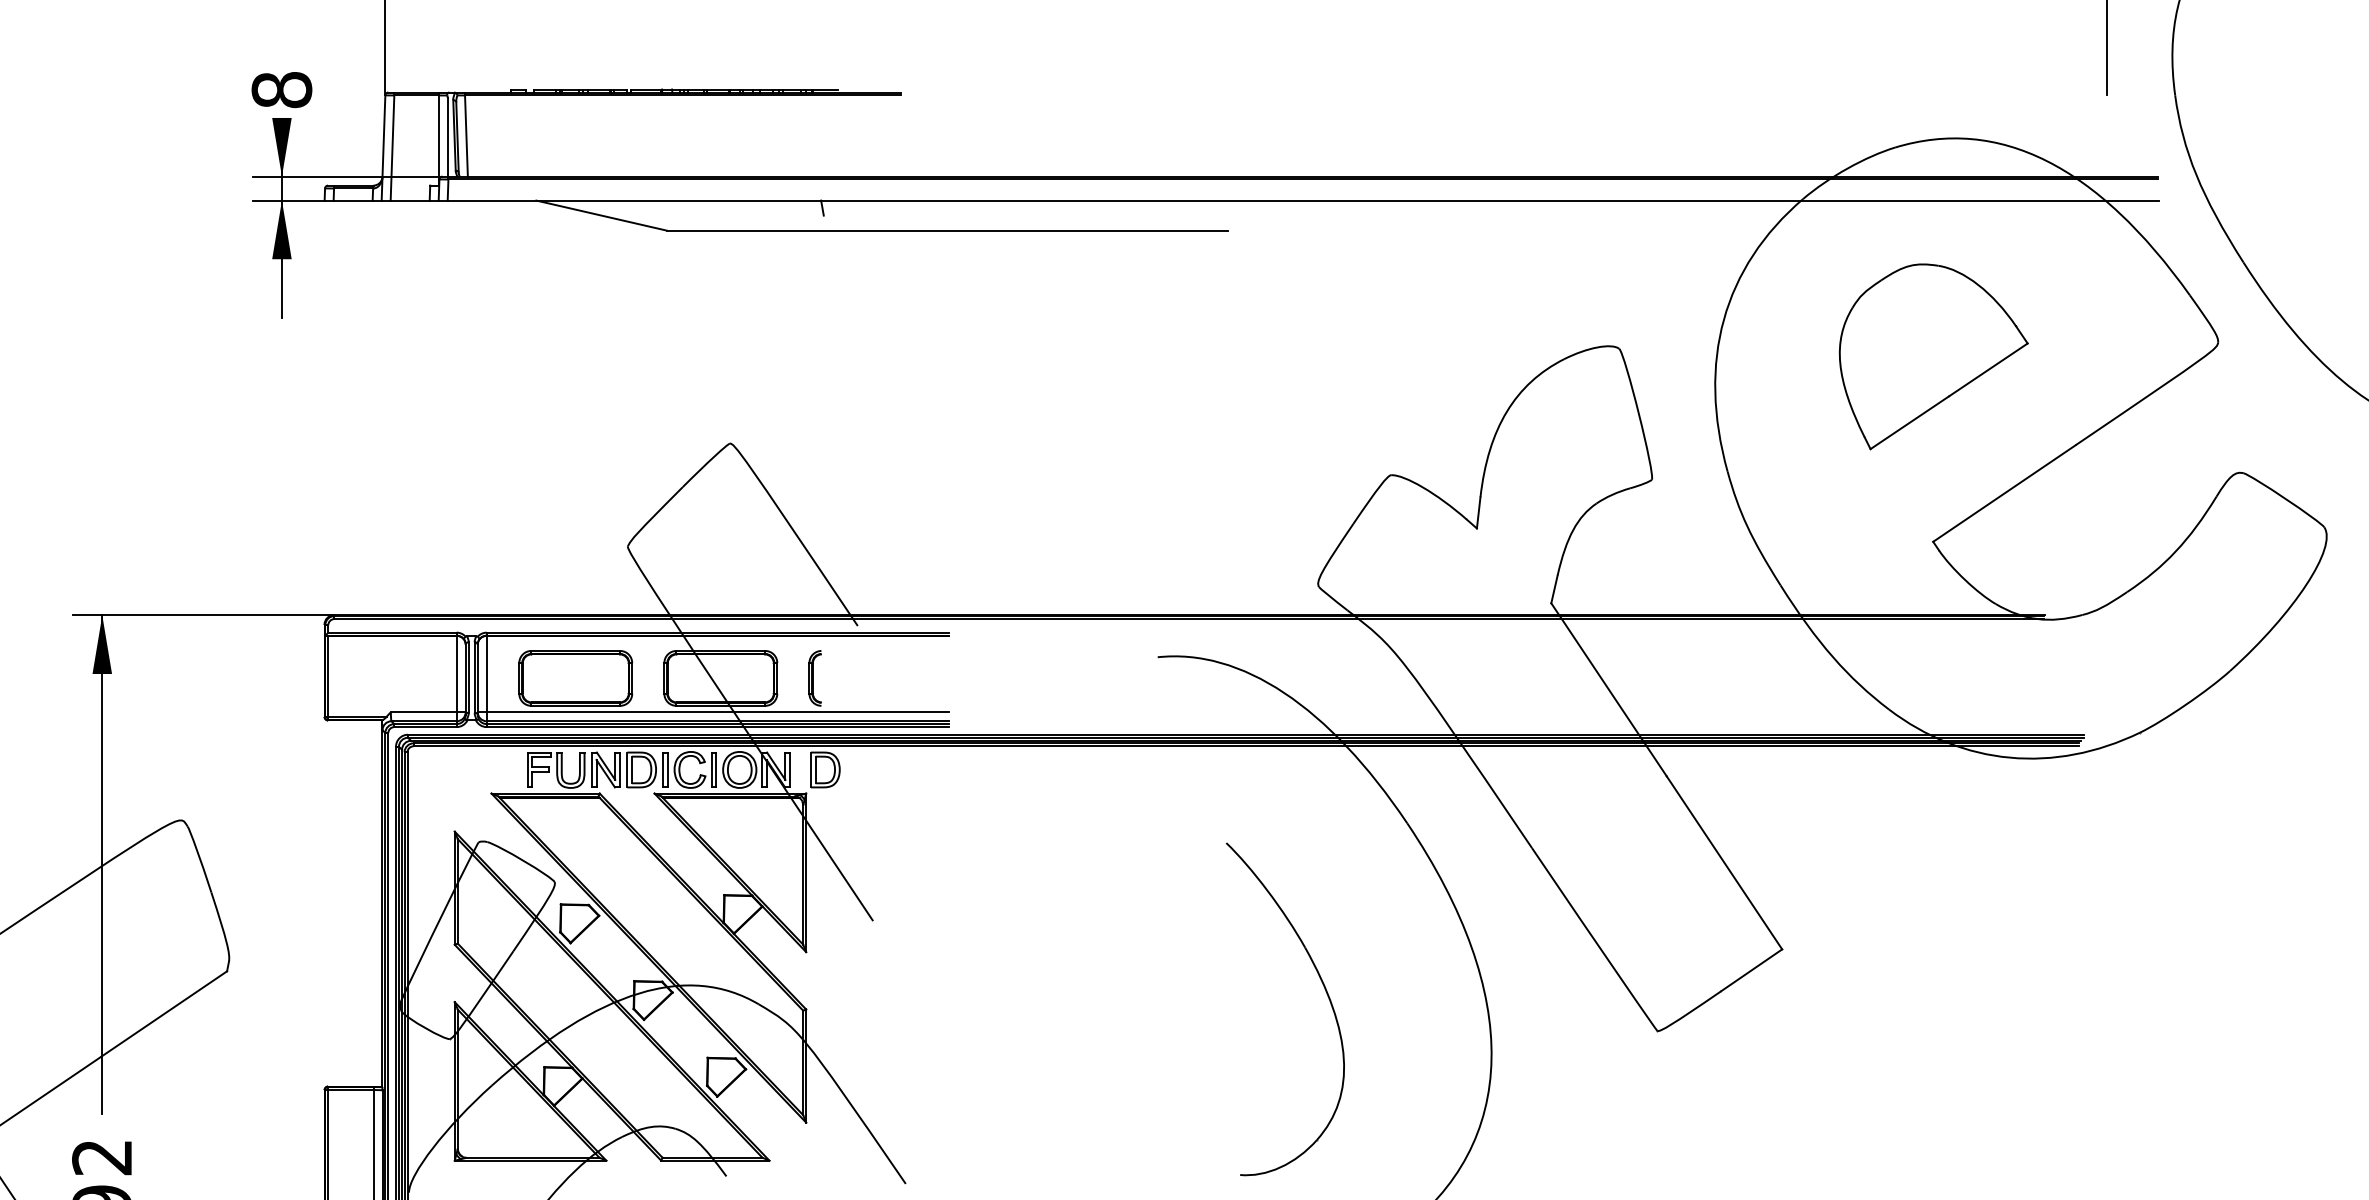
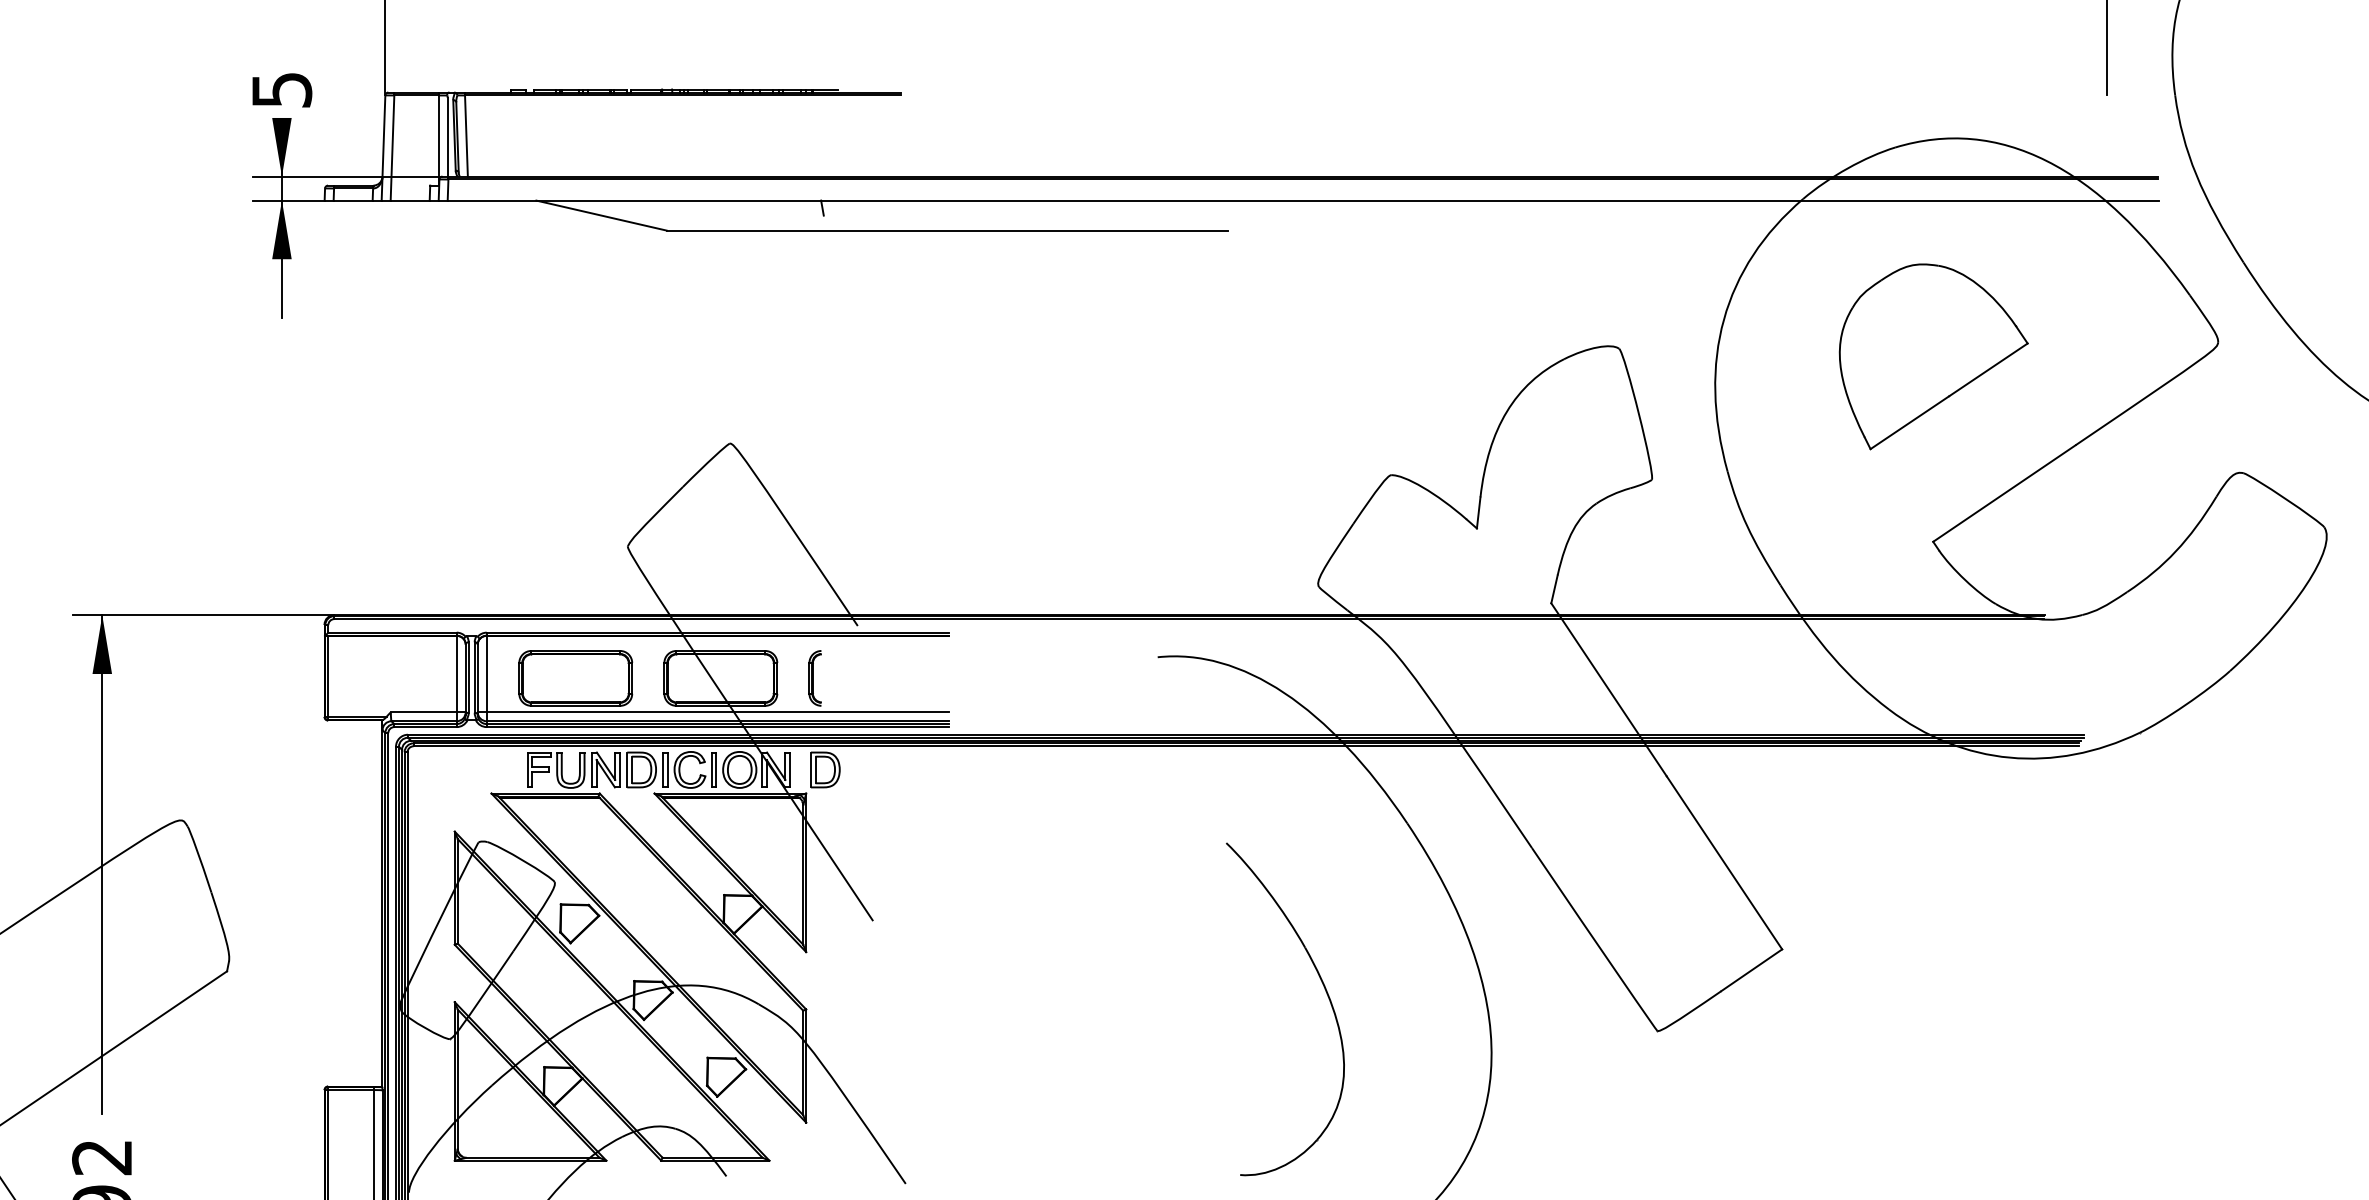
text at (281, 90): 8 -> 5
